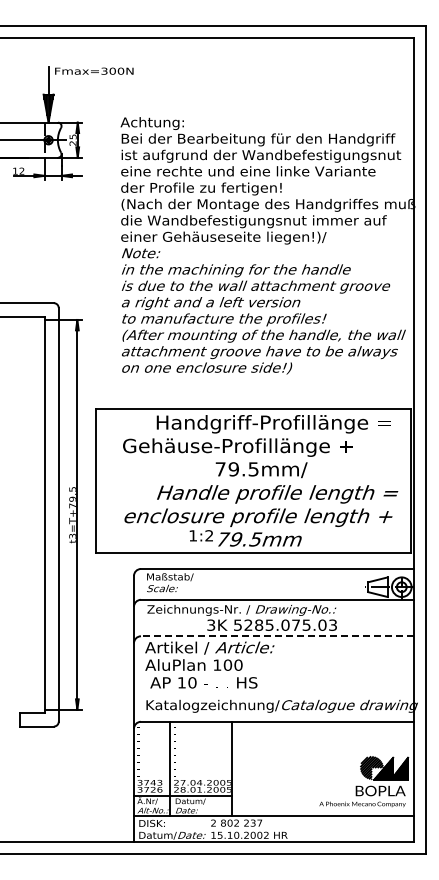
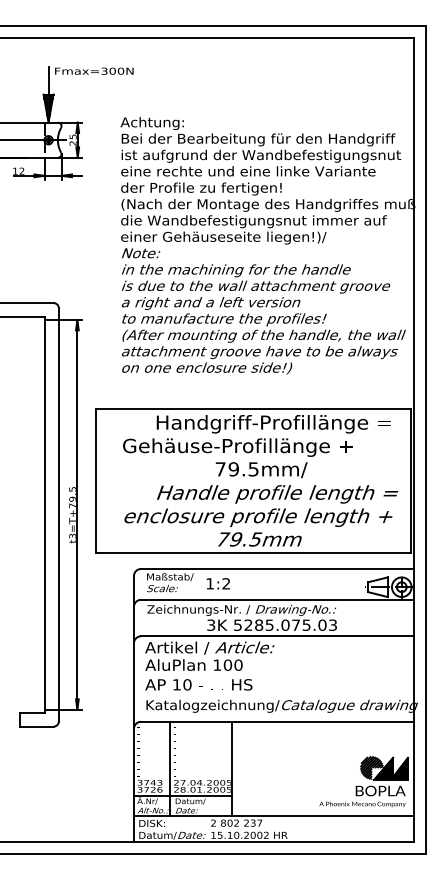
text at (200, 535) position: (200, 535) -> (217, 583)
line at (277, 636): dashed -> solid
text at (203, 682) position: (203, 682) -> (198, 684)
